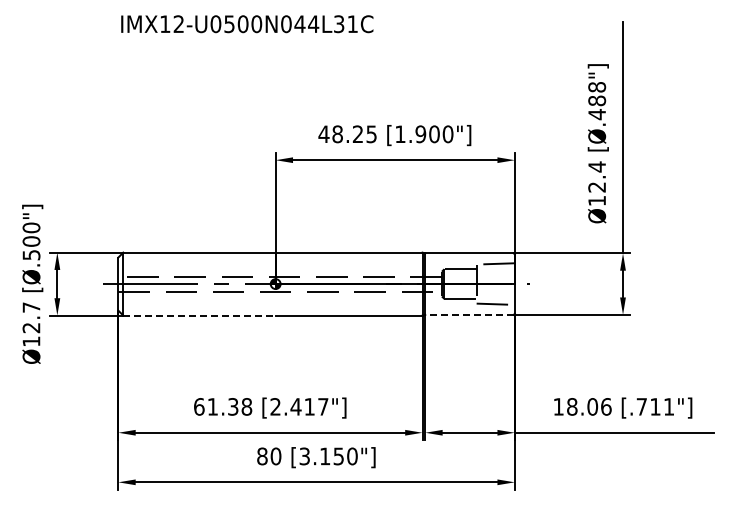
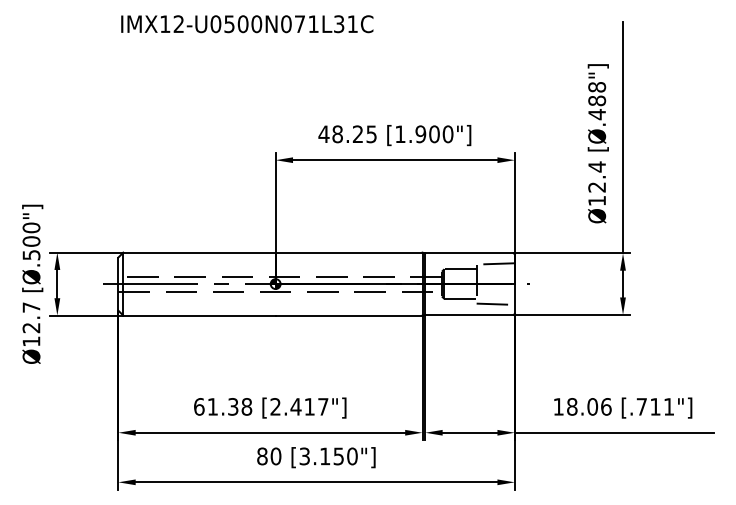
text at (306, 23): IMX12-U0500N044L31C -> IMX12-U0500N071L31C
line at (469, 314): dashed -> solid
line at (199, 315): dashed -> solid
